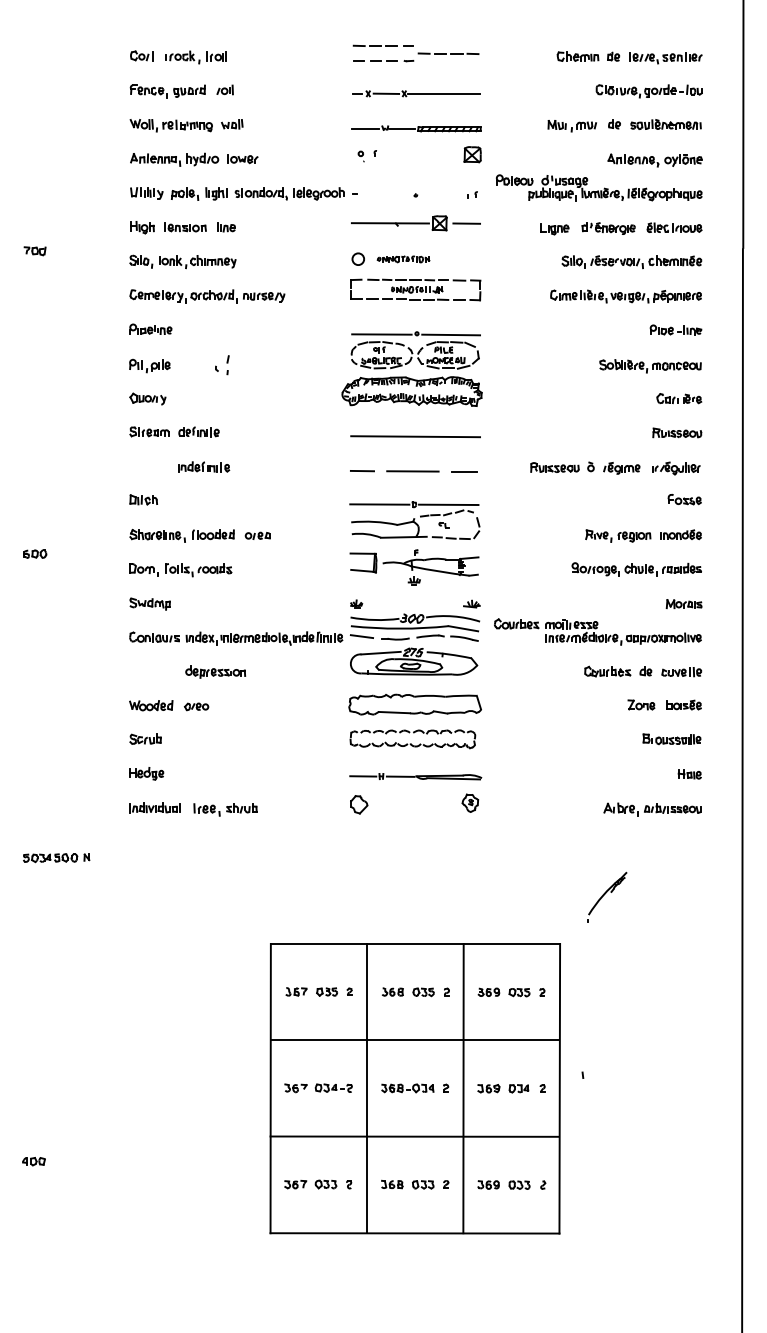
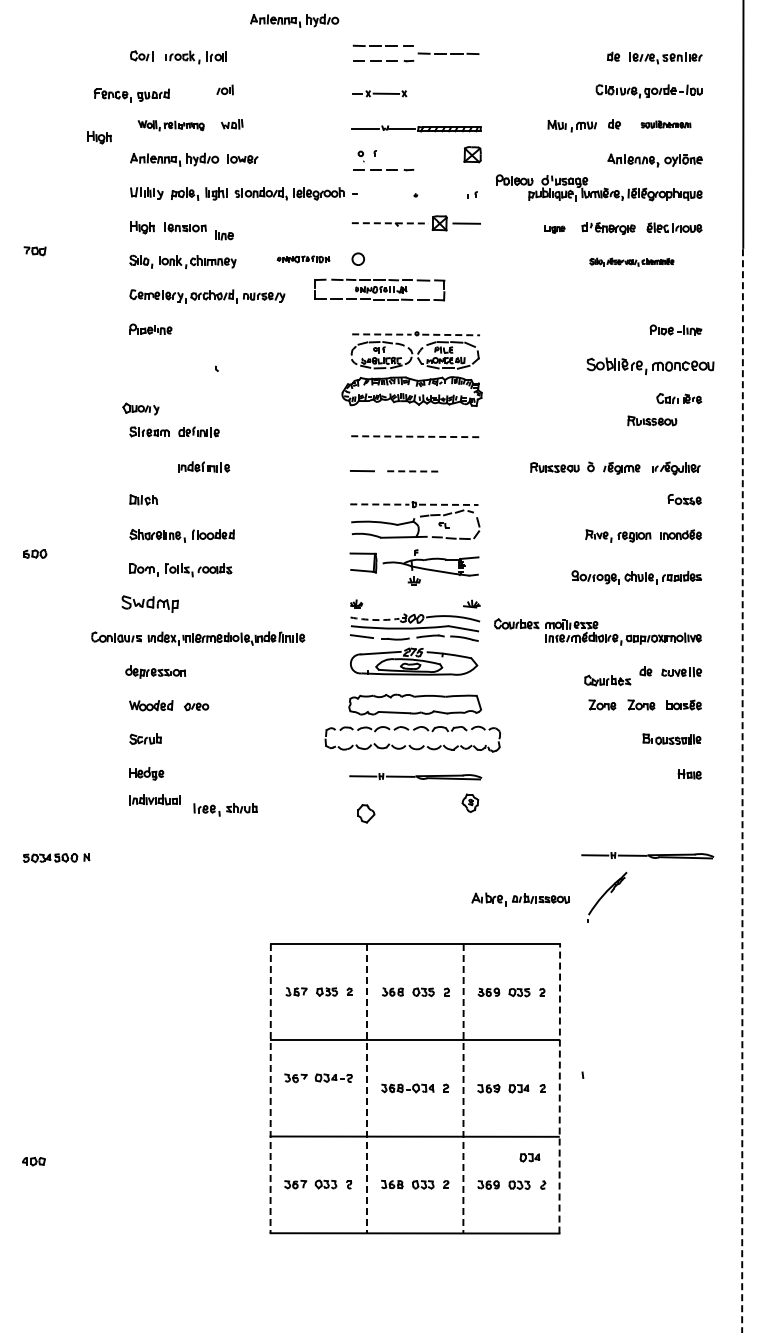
part at (294, 20): none -> present
part at (577, 56): present -> none
part at (167, 91) position: (167, 91) -> (131, 95)
line at (443, 93): present -> none
part at (665, 124) size: 72x11 px -> 52x9 px
part at (170, 125) size: 84x14 px -> 68x12 px
part at (99, 137): none -> present
part at (383, 170): none -> present
line at (390, 223): solid -> dashed
part at (226, 227) position: (226, 227) -> (224, 235)
part at (554, 229) size: 30x13 px -> 22x9 px
part at (403, 259) position: (403, 259) -> (303, 259)
part at (631, 262) size: 142x15 px -> 86x10 px
part at (415, 289) position: (415, 289) -> (379, 289)
part at (625, 296): present -> none
line at (381, 334): solid -> dashed
line at (451, 335): solid -> dashed
part at (149, 365): present -> none
part at (227, 365): present -> none
part at (650, 366) size: 103x15 px -> 129x18 px
part at (147, 398) position: (147, 398) -> (140, 408)
part at (677, 432) position: (677, 432) -> (652, 420)
line at (416, 436): solid -> dashed
line at (412, 471): solid -> dashed
line at (464, 471): present -> none
line at (379, 504): solid -> dashed
line at (448, 504): solid -> dashed
part at (257, 535): present -> none
part at (636, 569) position: (636, 569) -> (636, 577)
part at (149, 603) size: 42x14 px -> 58x18 px
part at (683, 604): present -> none
arc at (374, 620): solid -> dashed
part at (236, 638) position: (236, 638) -> (198, 638)
part at (215, 671) position: (215, 671) -> (155, 671)
part at (607, 671) position: (607, 671) -> (607, 680)
part at (602, 704): none -> present
part at (412, 739) size: 128x21 px -> 177x28 px
line at (742, 791): solid -> dashed
part at (359, 804) position: (359, 804) -> (366, 813)
part at (154, 807) position: (154, 807) -> (154, 799)
part at (652, 809) position: (652, 809) -> (520, 899)
part at (647, 855): none -> present
line at (270, 1088): solid -> dashed
part at (318, 1088) position: (318, 1088) -> (318, 1078)
line at (366, 1088): solid -> dashed
line at (463, 1088): solid -> dashed
line at (559, 1088): solid -> dashed
part at (529, 1157): none -> present
